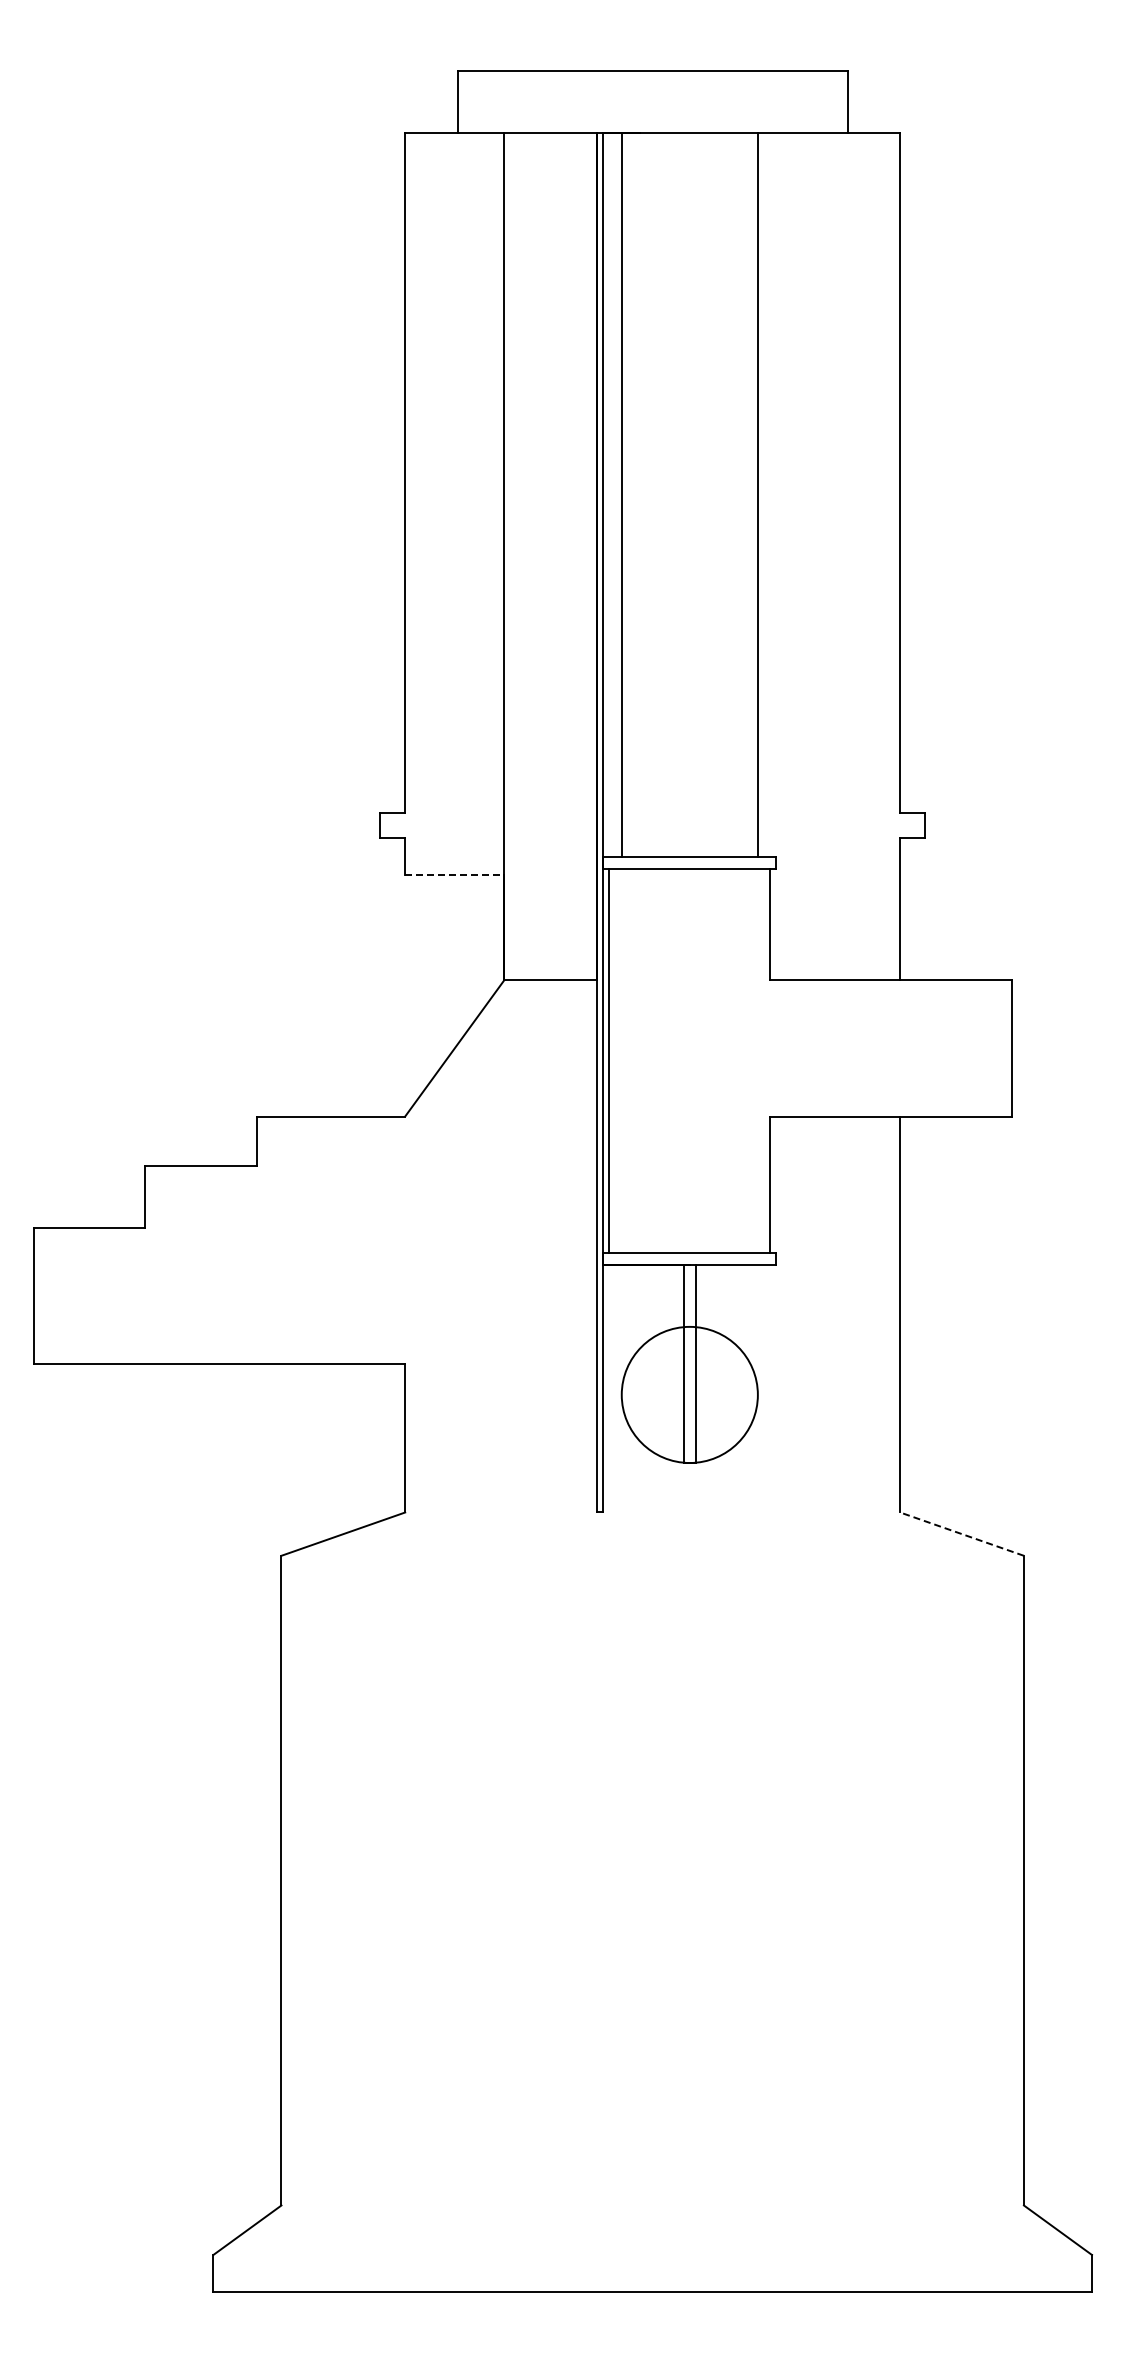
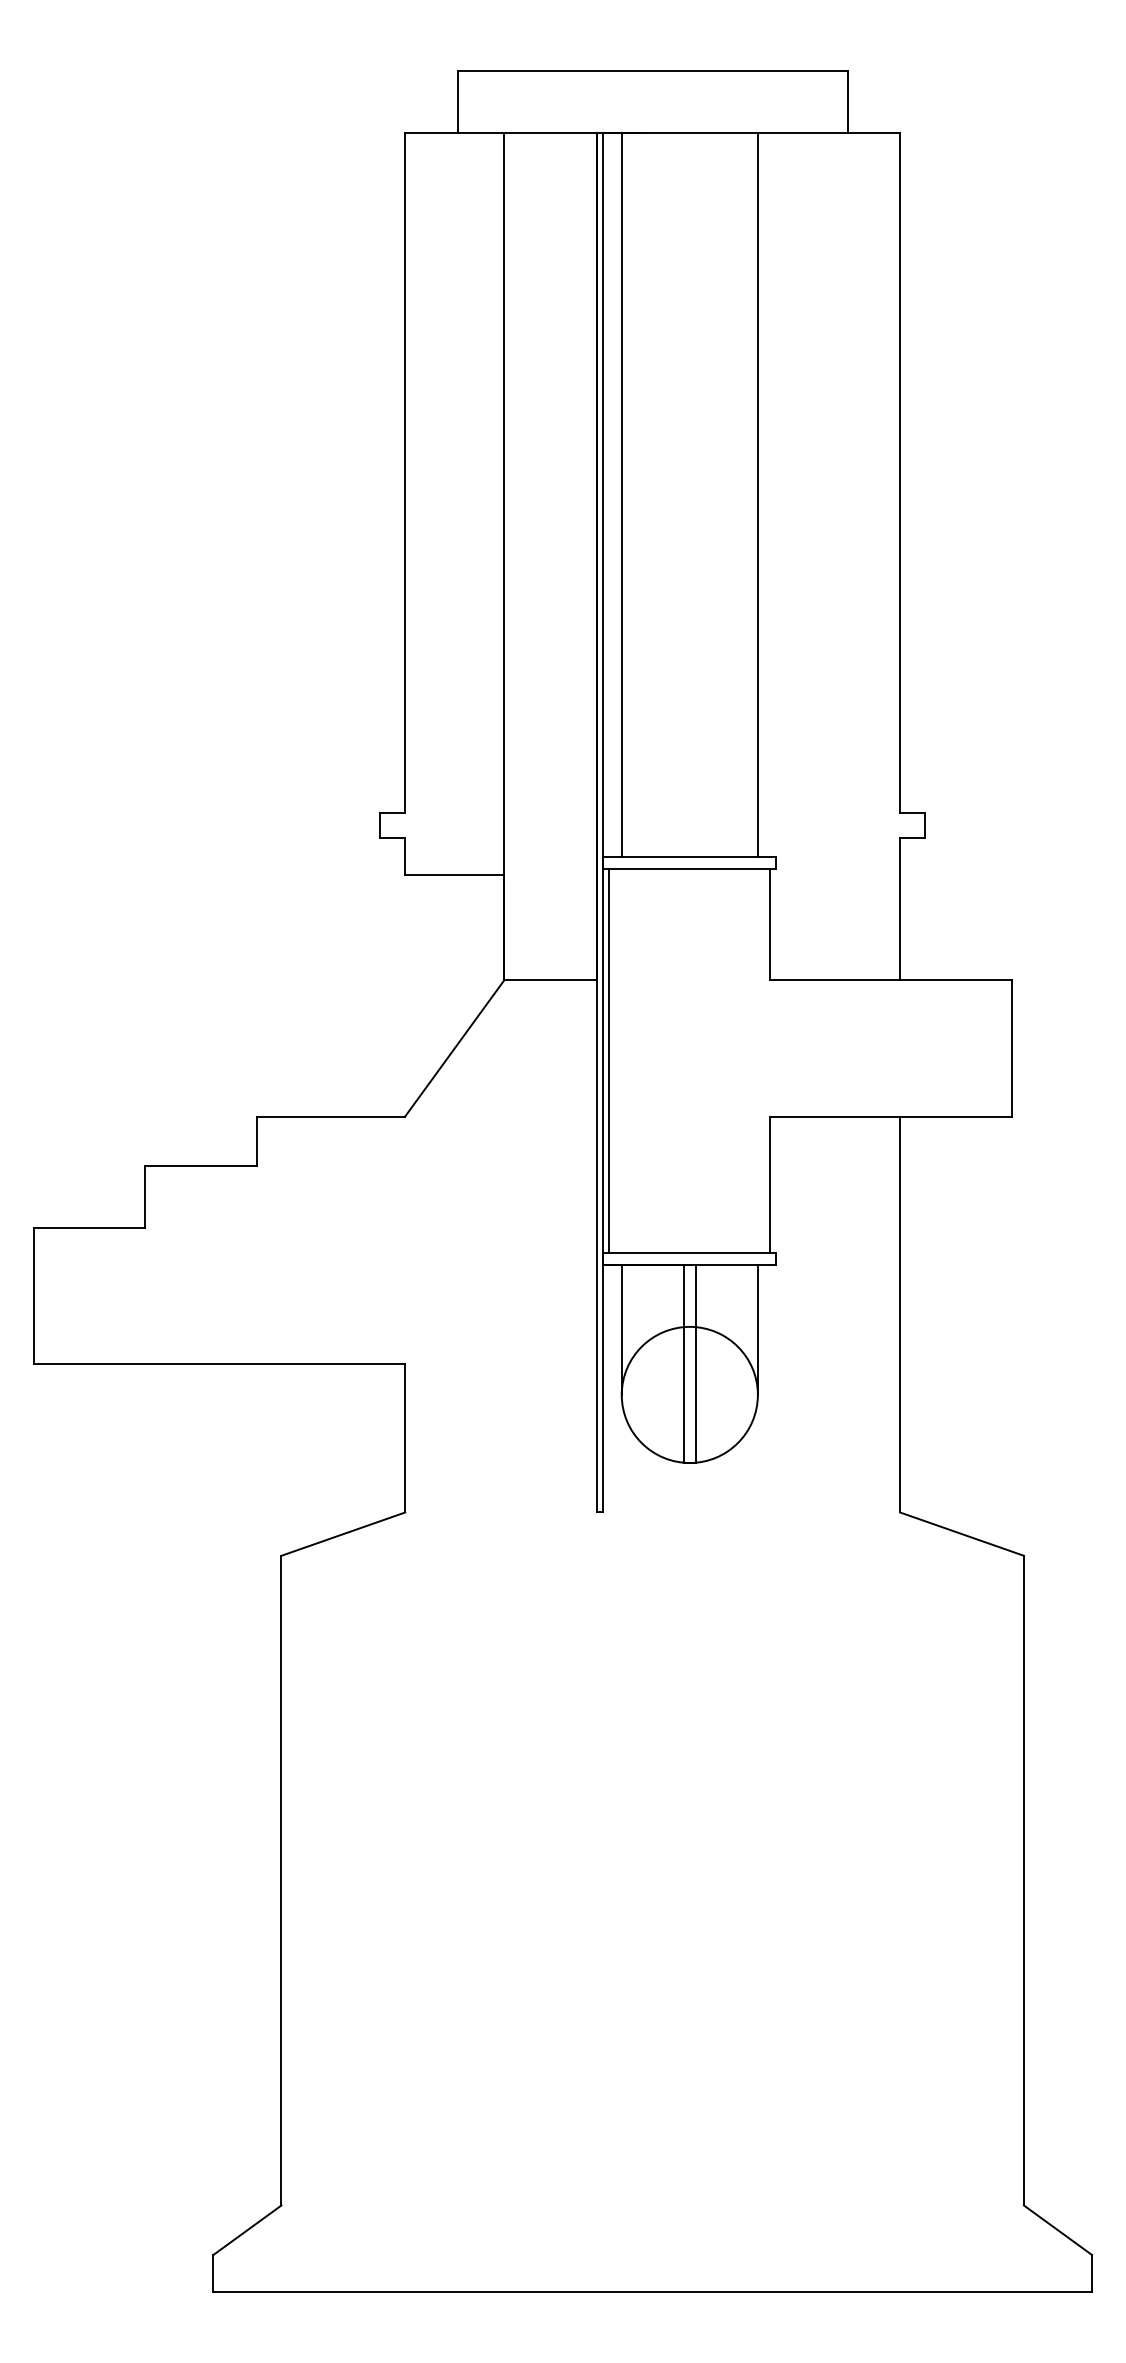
line at (455, 875): dashed -> solid
line at (621, 1329): none -> present
line at (757, 1329): none -> present
line at (962, 1534): dashed -> solid
